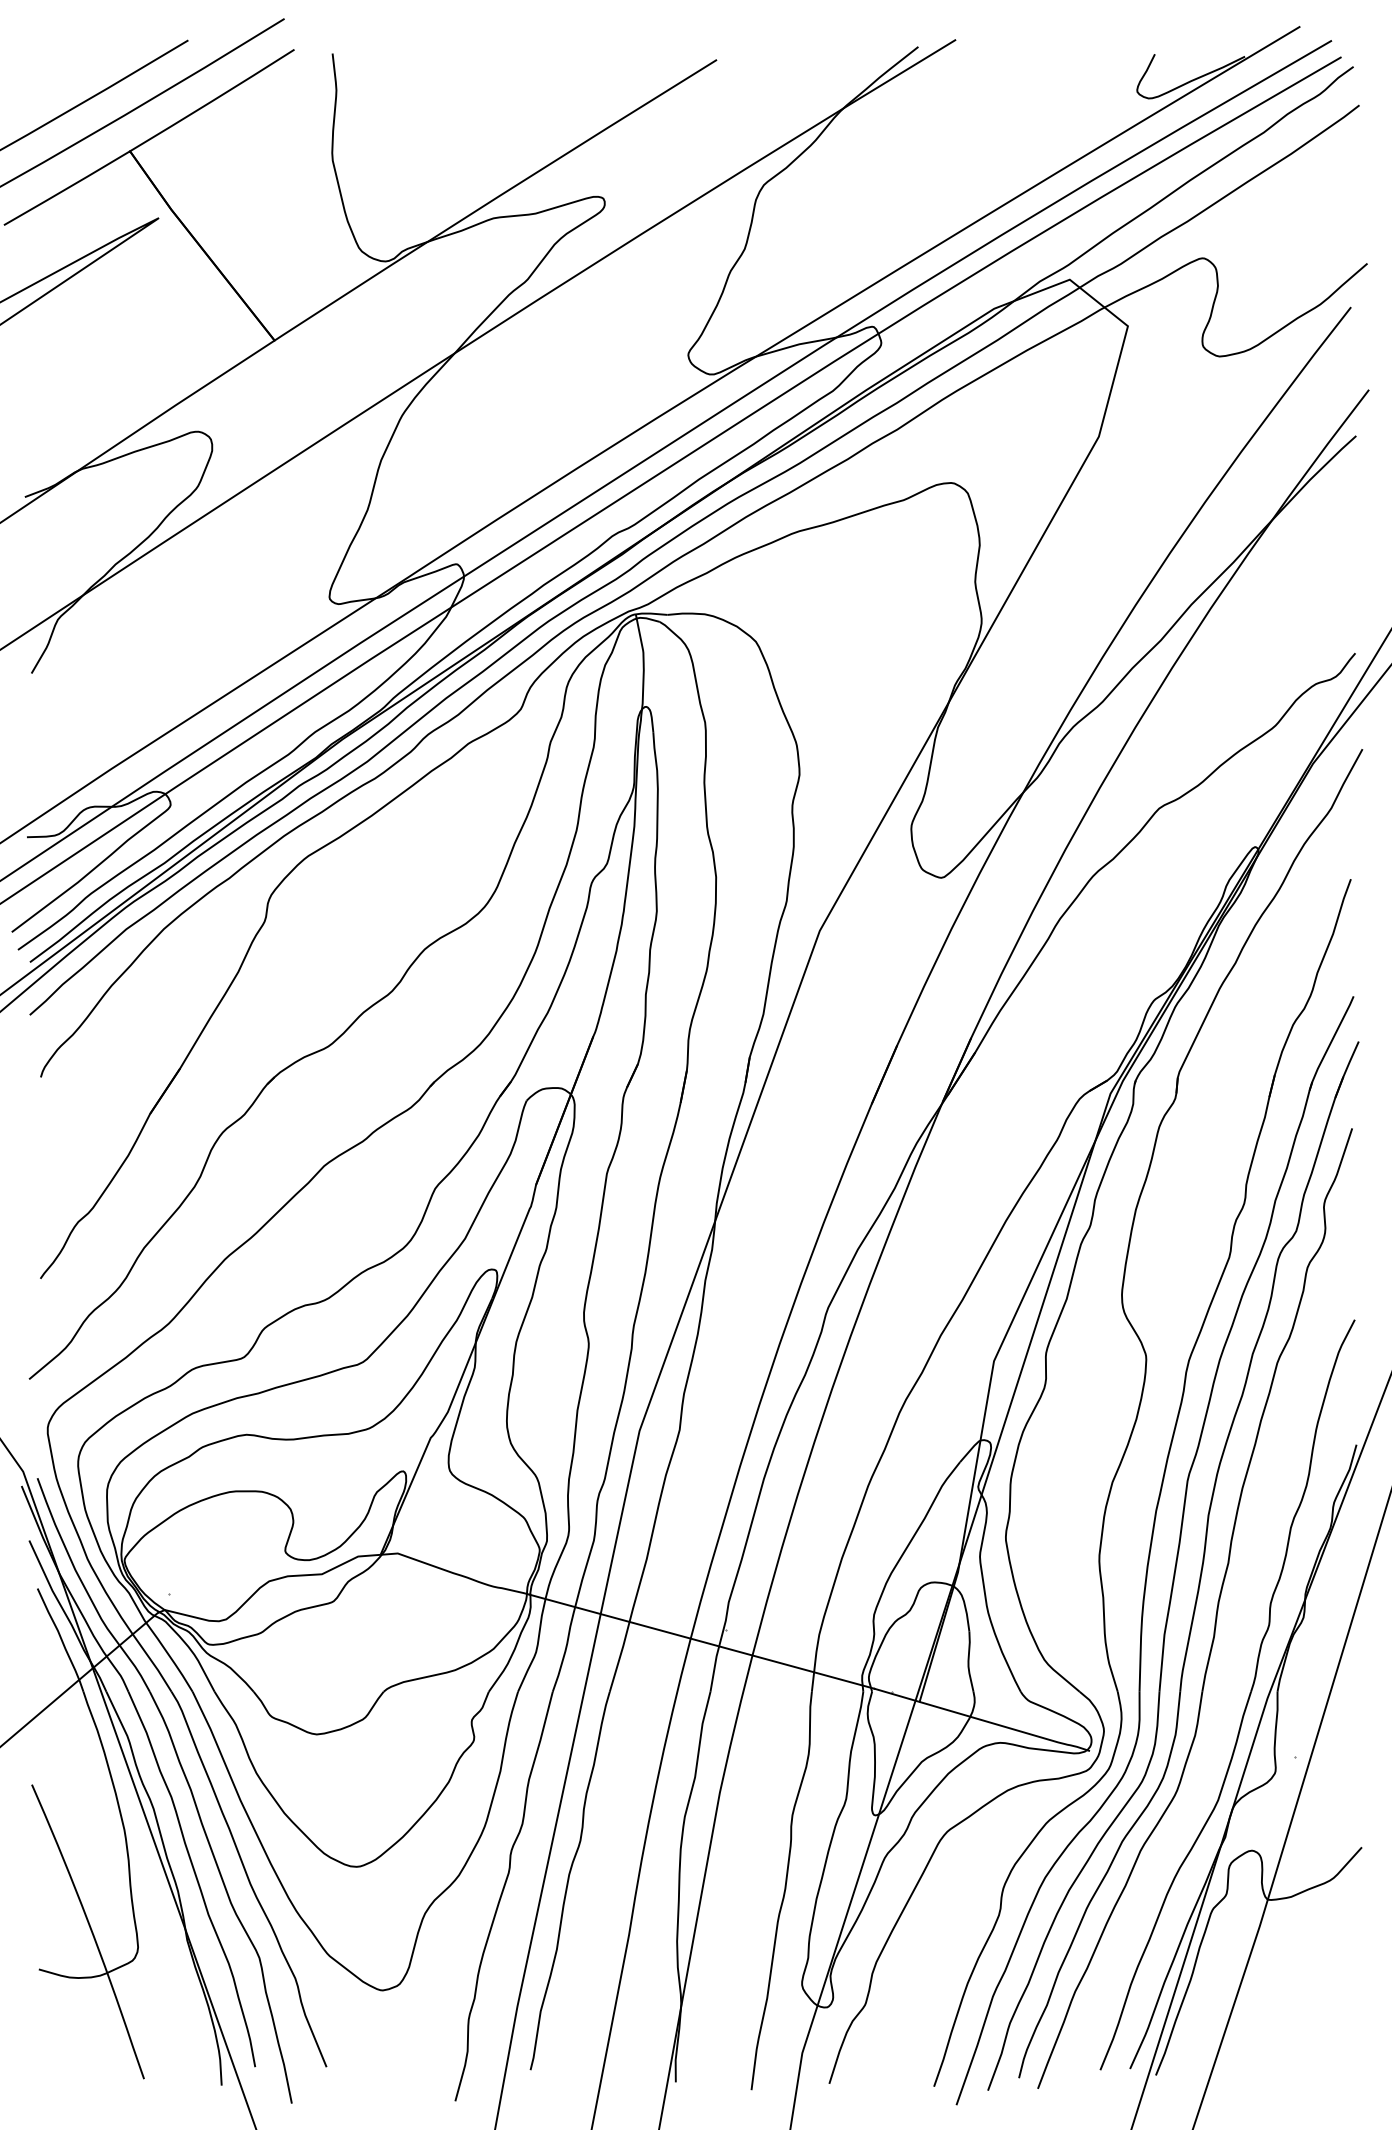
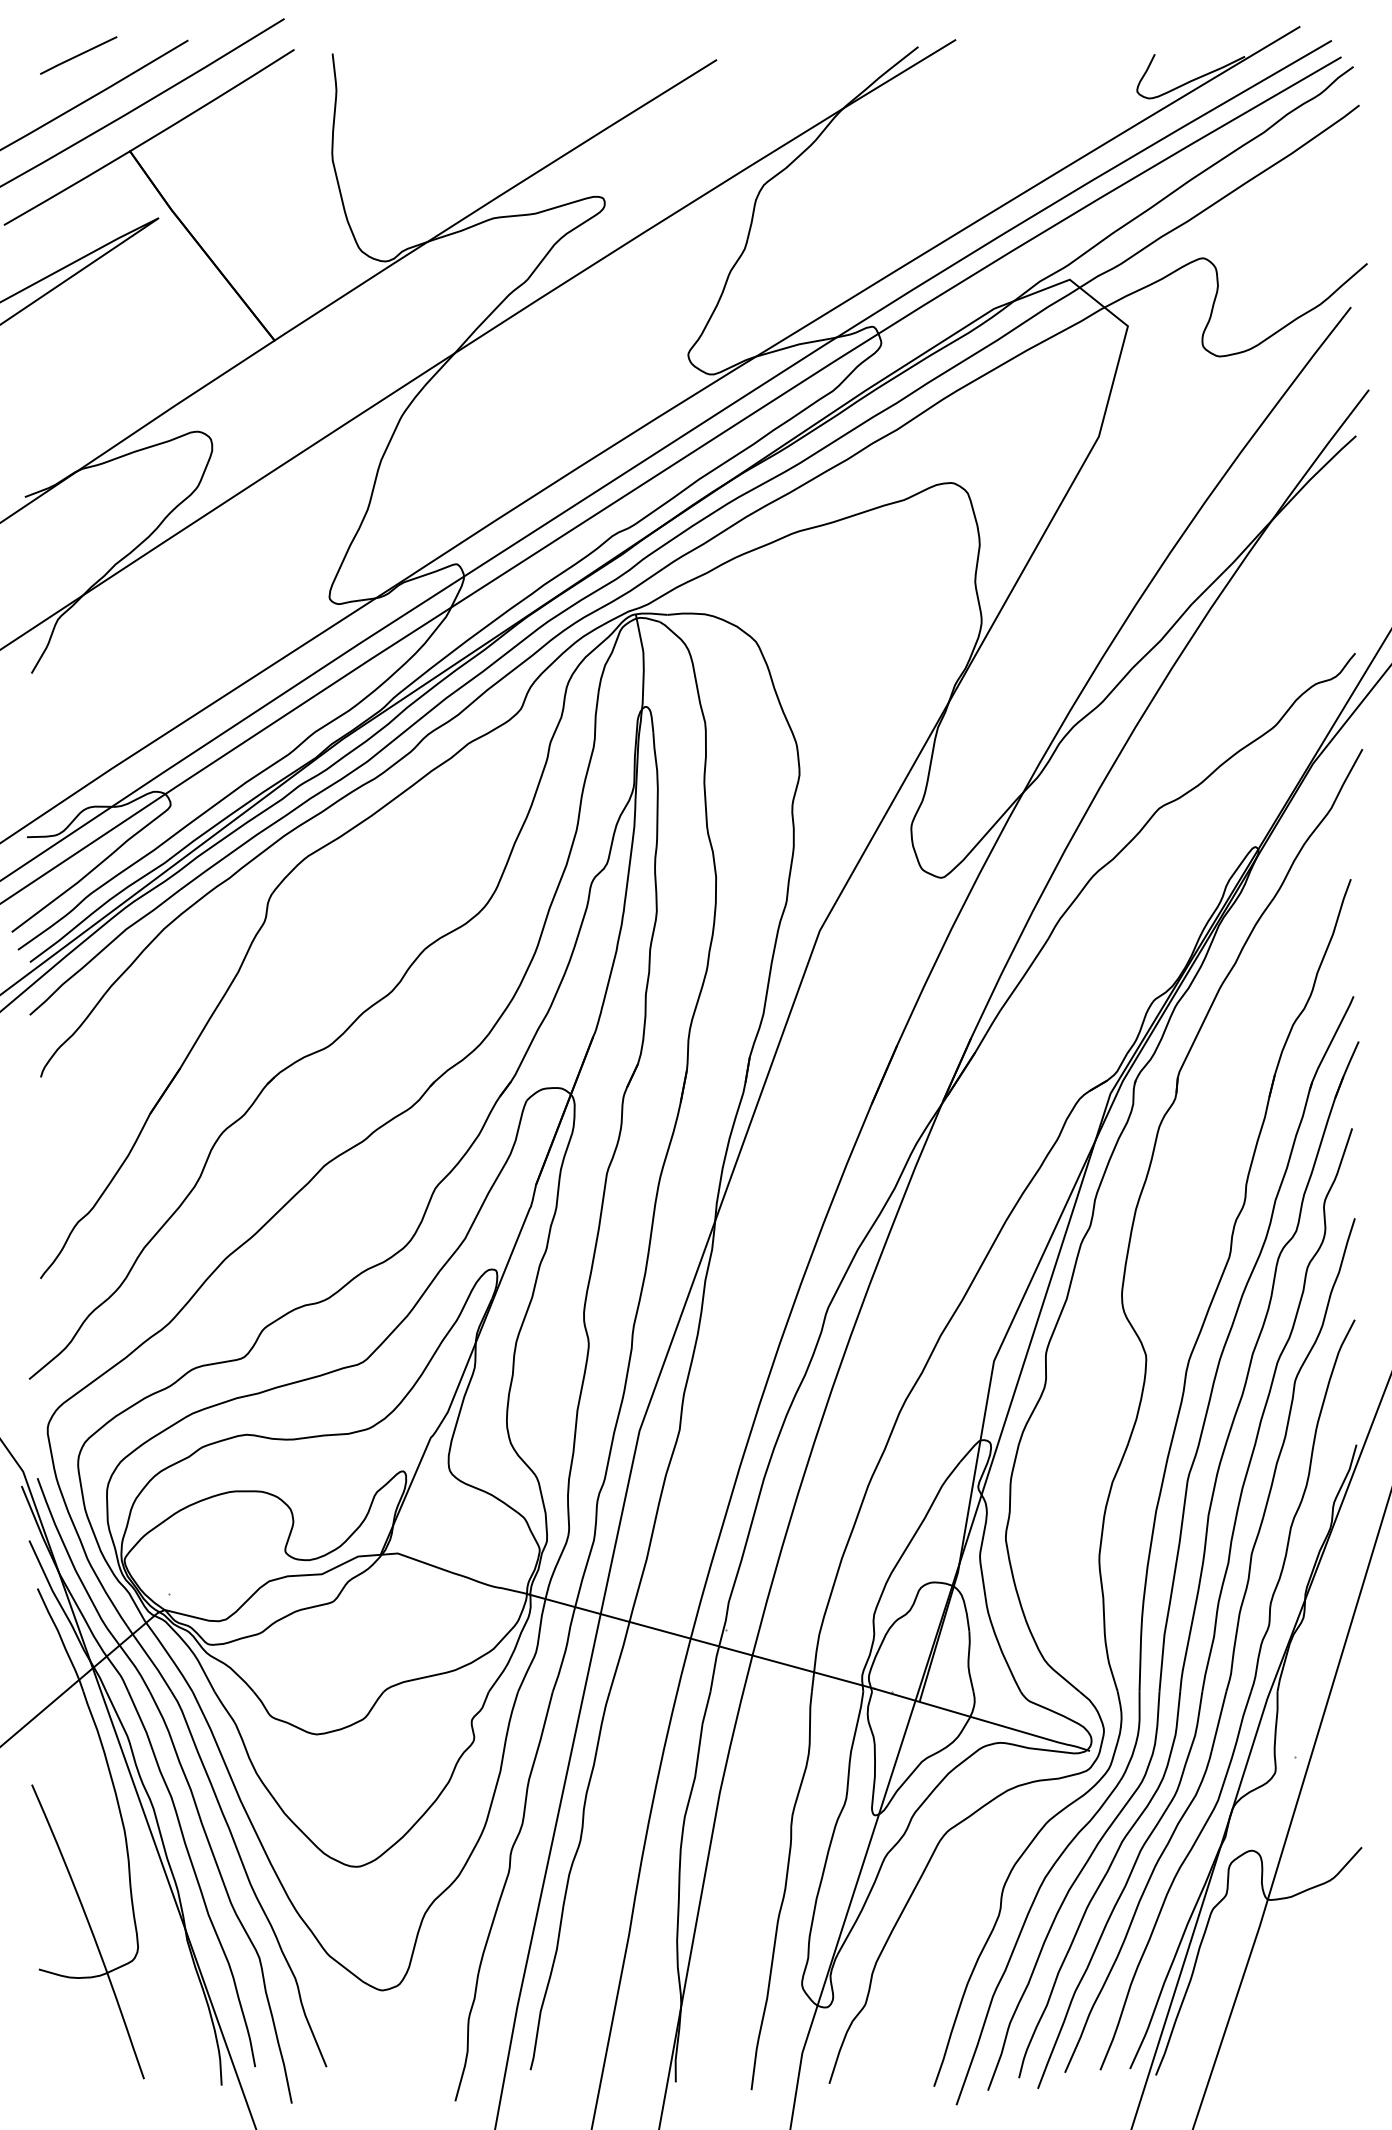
line at (78, 55): none -> present
part at (1232, 1651): none -> present
